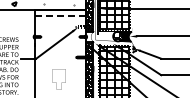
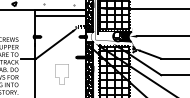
line at (60, 16): dashed -> solid
part at (58, 79) position: (58, 79) -> (61, 74)
